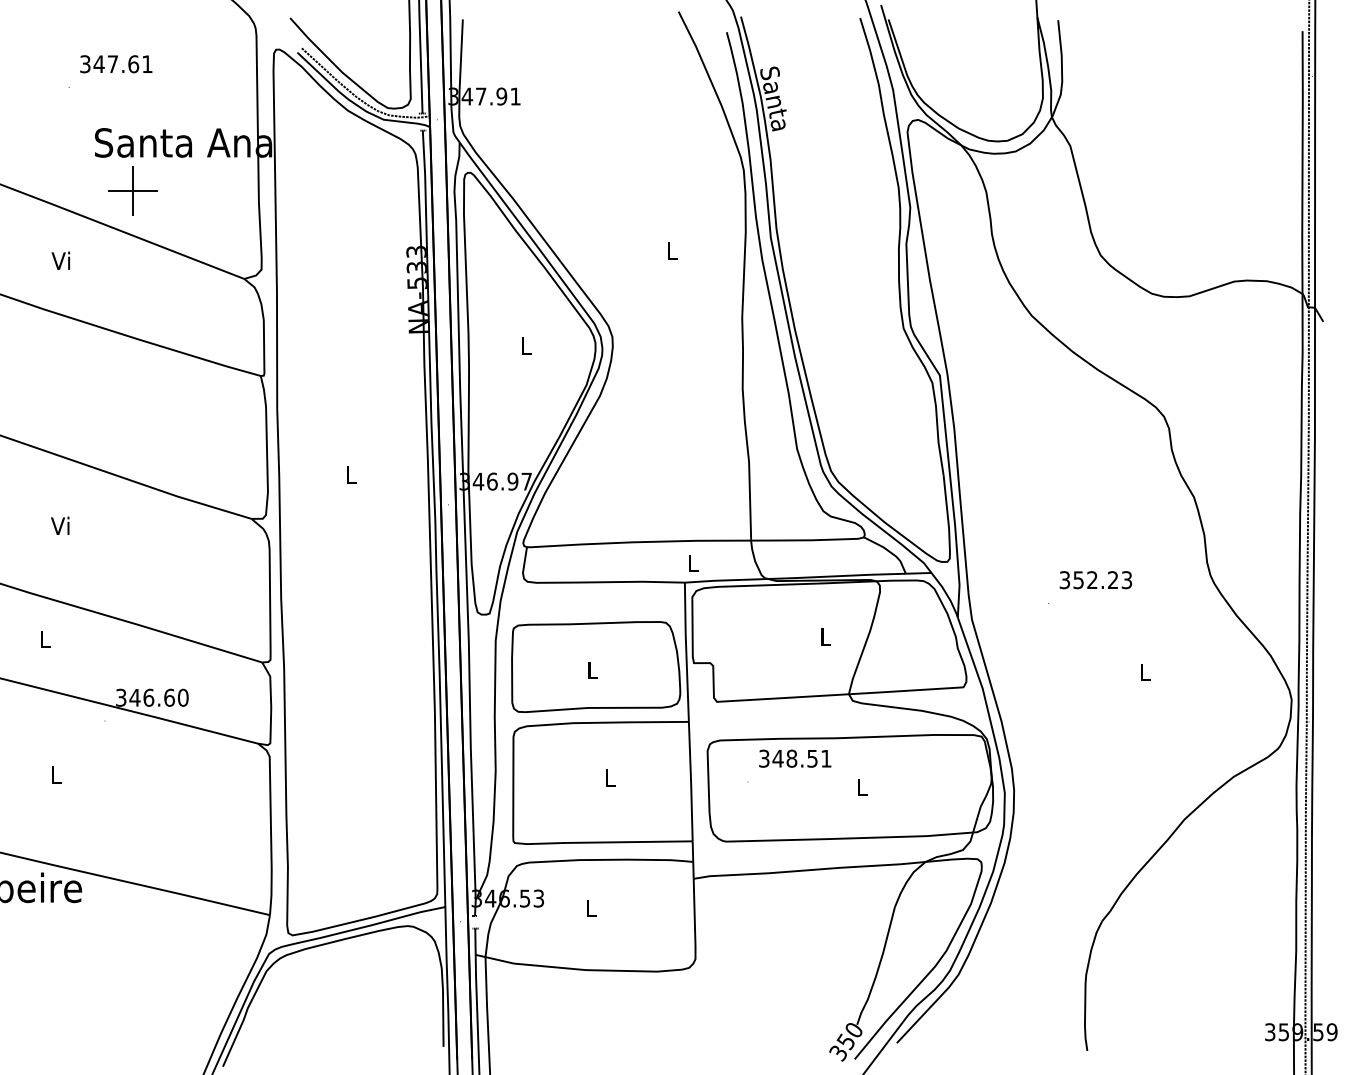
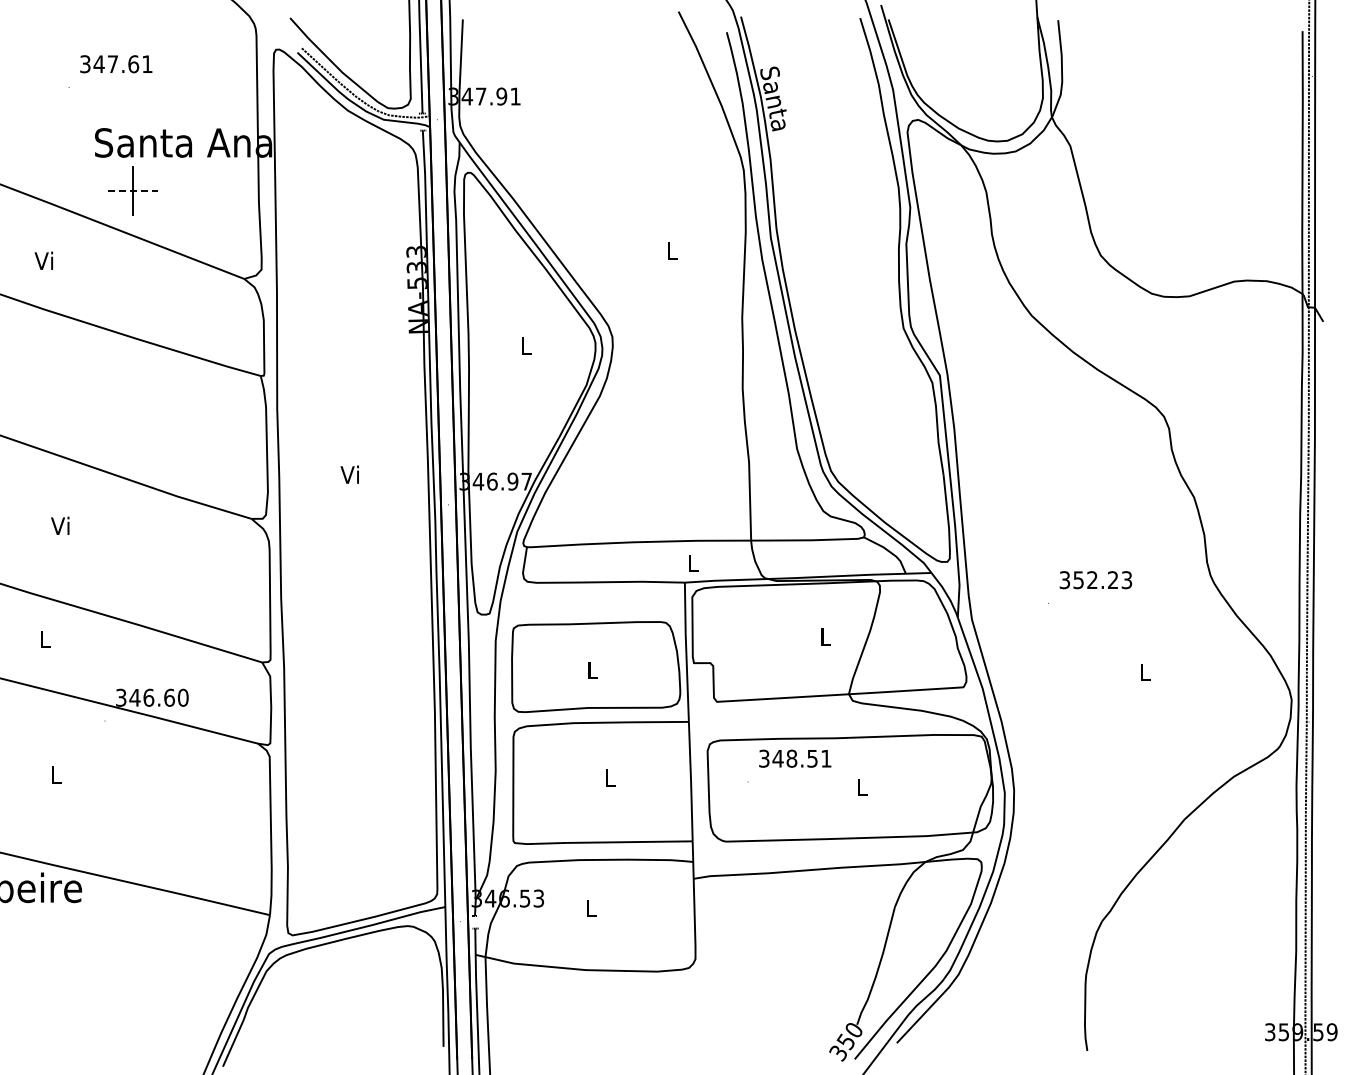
line at (133, 191): solid -> dashed
text at (60, 260) position: (60, 260) -> (43, 260)
text at (349, 474): L -> Vi
